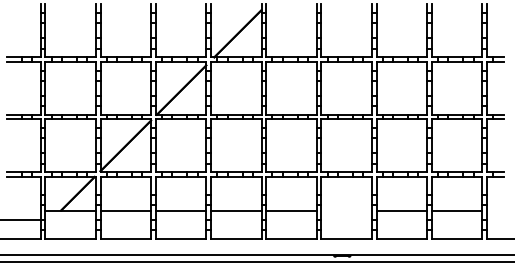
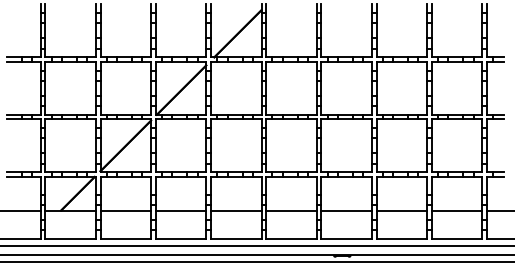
line at (346, 210): none -> present
line at (498, 210): none -> present
line at (21, 219) position: (21, 219) -> (21, 210)
line at (256, 245): none -> present
